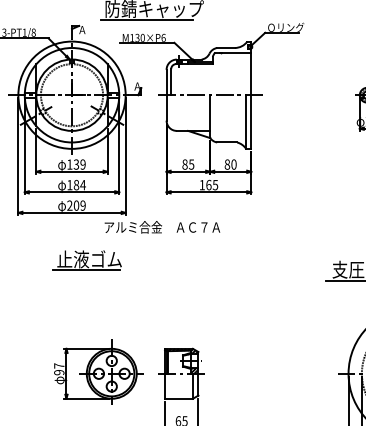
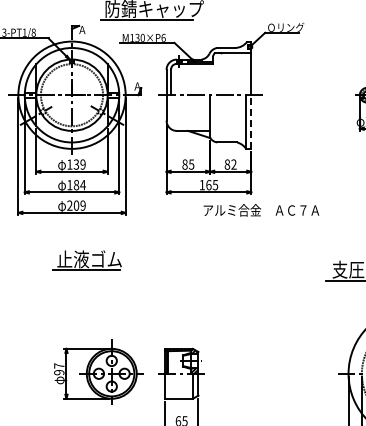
line at (251, 122): solid -> dashed
text at (233, 164): 80 -> 82
text at (162, 227) position: (162, 227) -> (261, 210)
